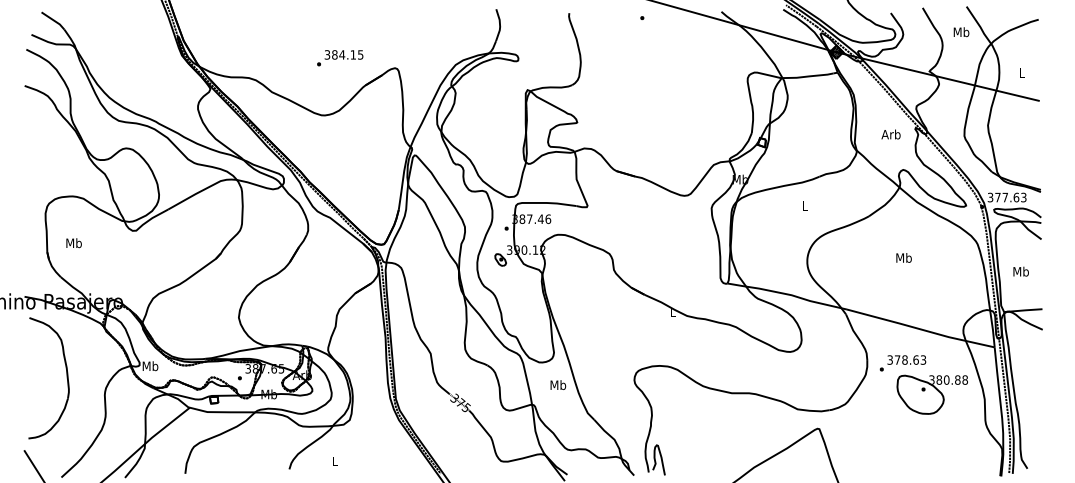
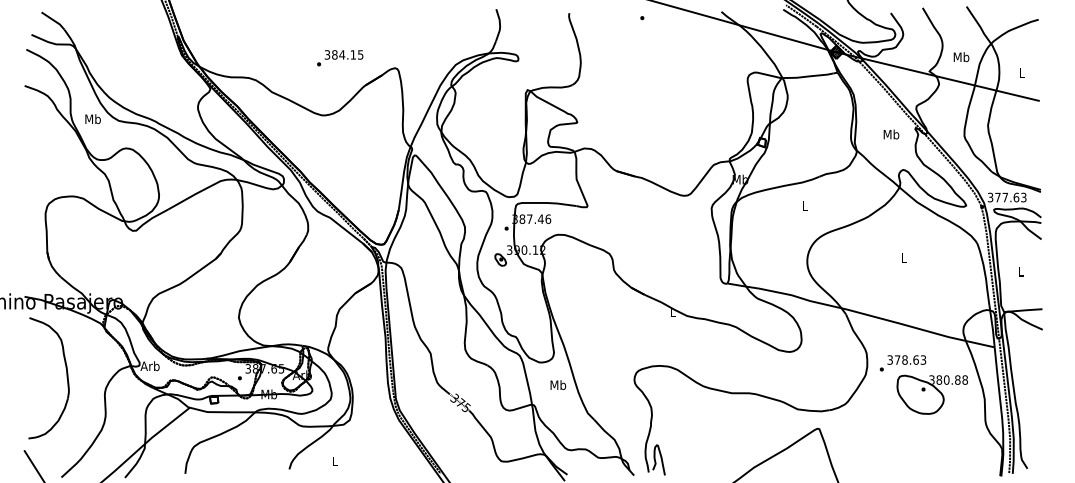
text at (961, 32) position: (961, 32) -> (961, 57)
text at (890, 134): Arb -> Mb
text at (73, 243) position: (73, 243) -> (92, 119)
text at (903, 257): Mb -> L
text at (1020, 271): Mb -> L
text at (149, 366): Mb -> Arb
